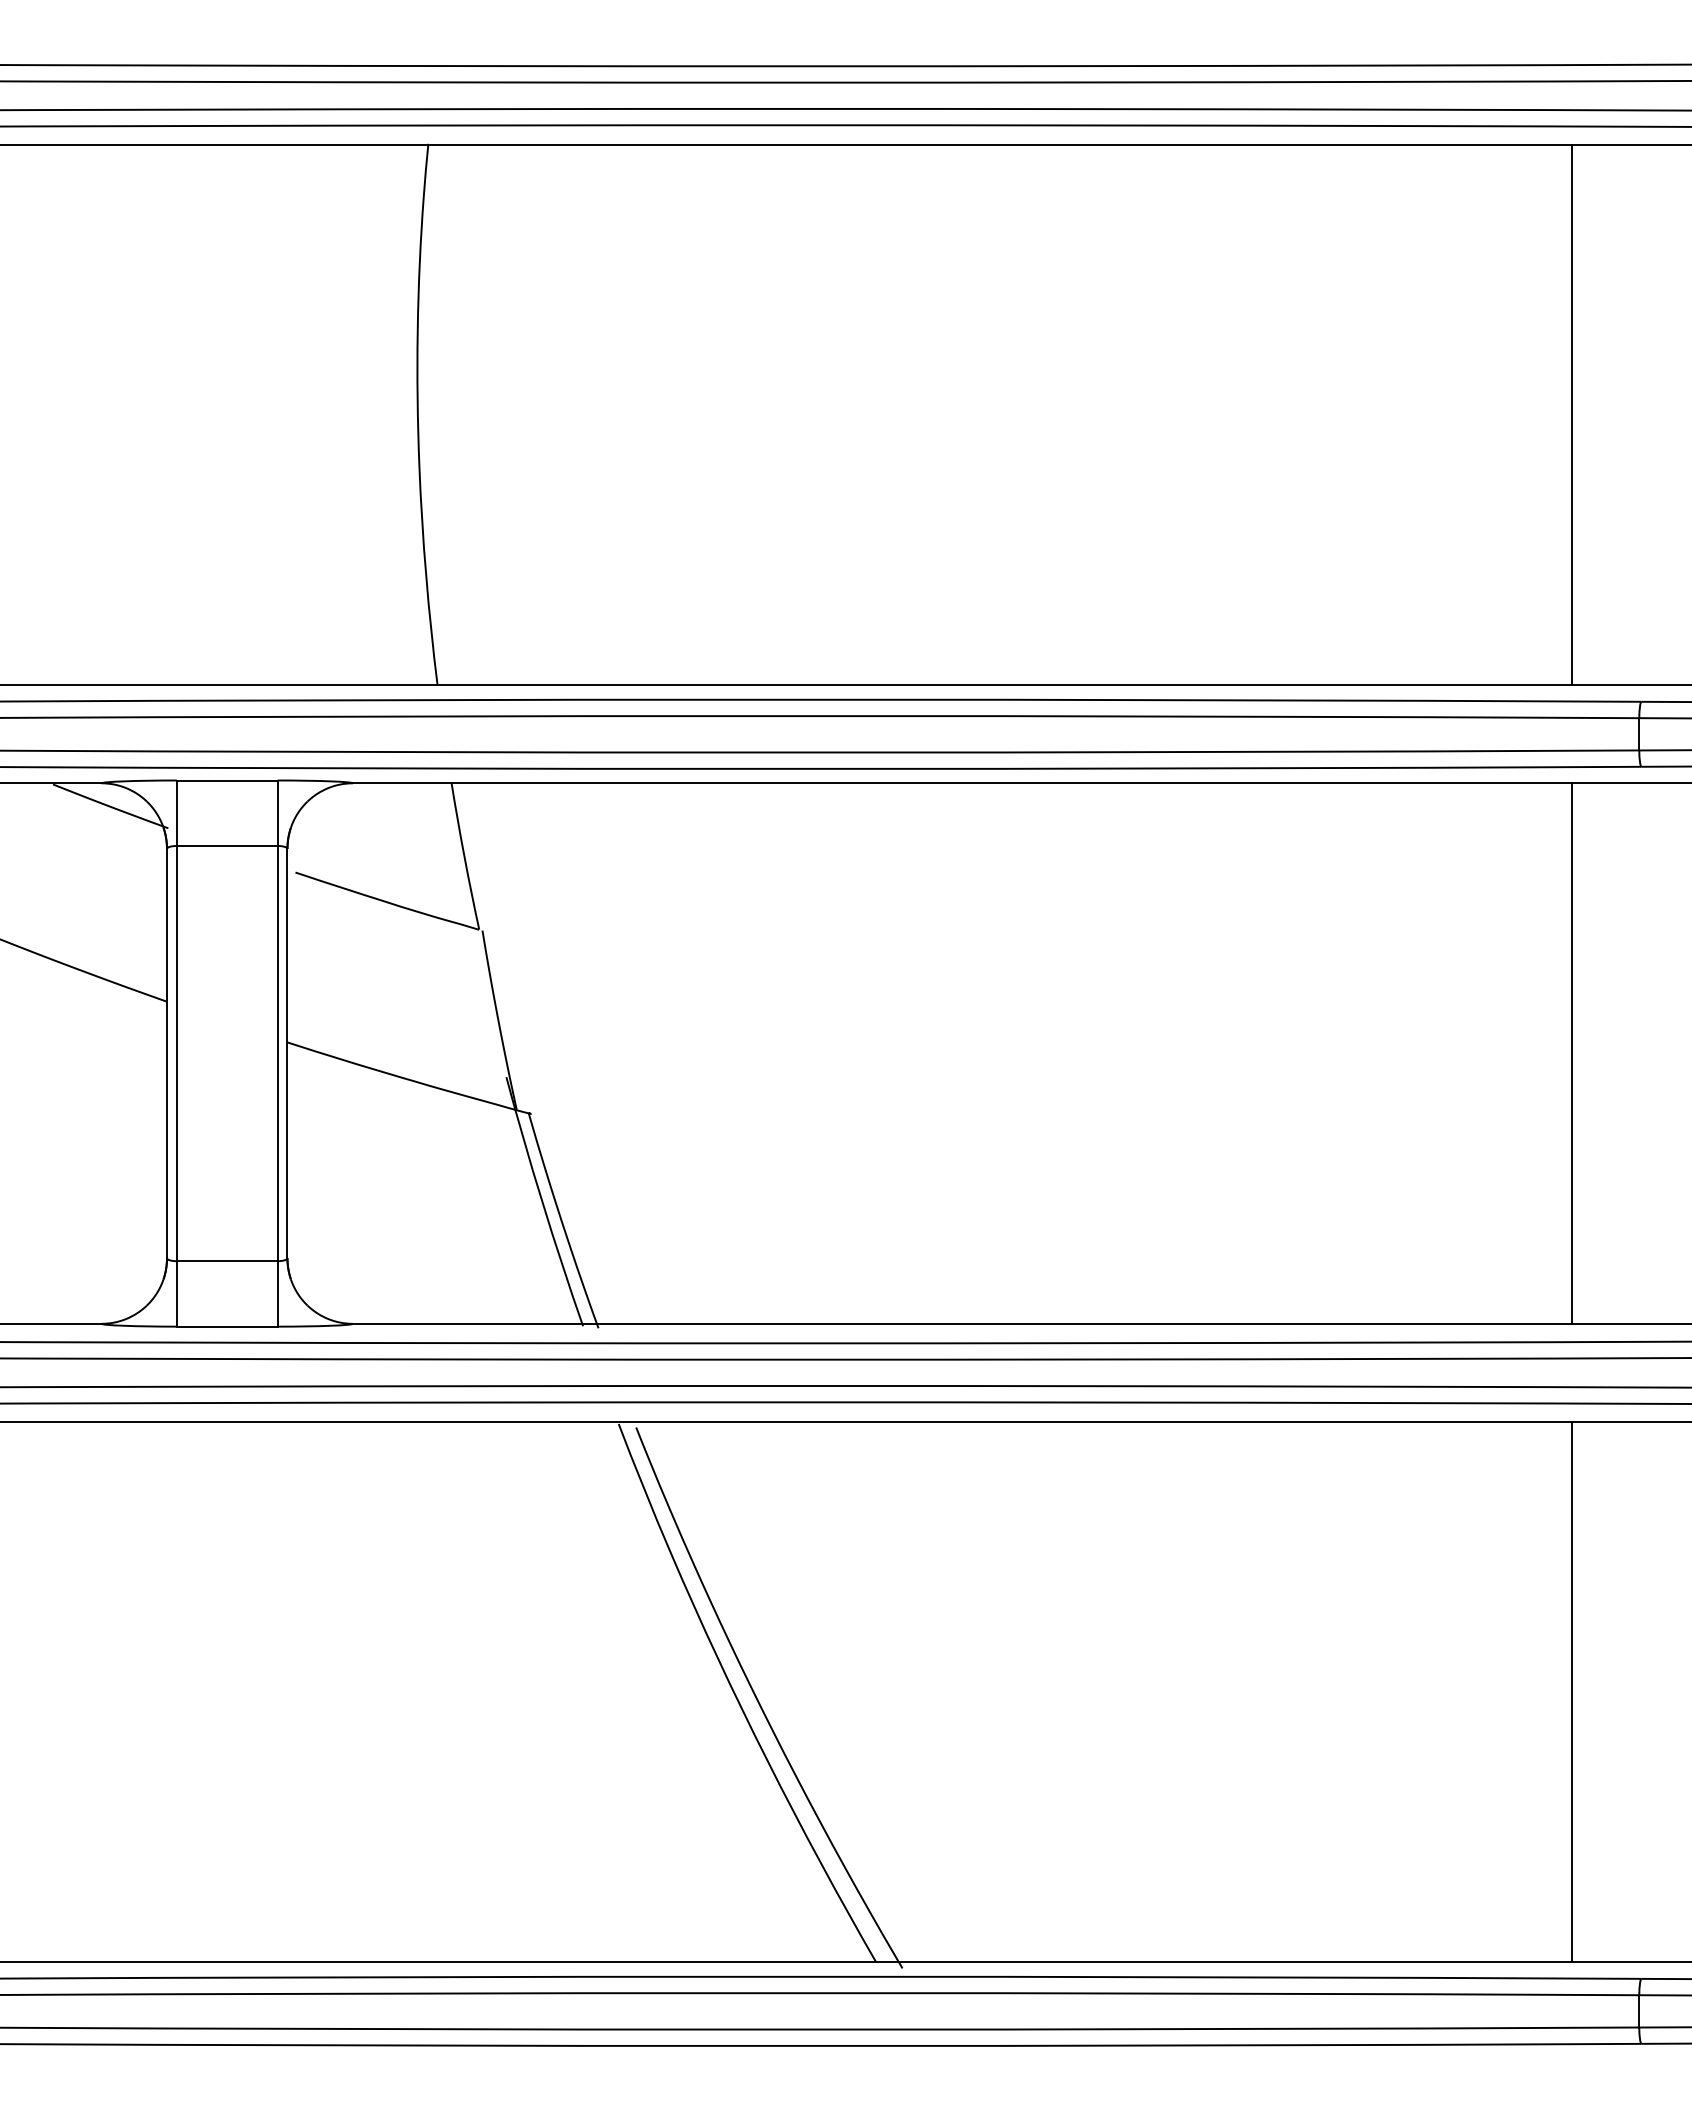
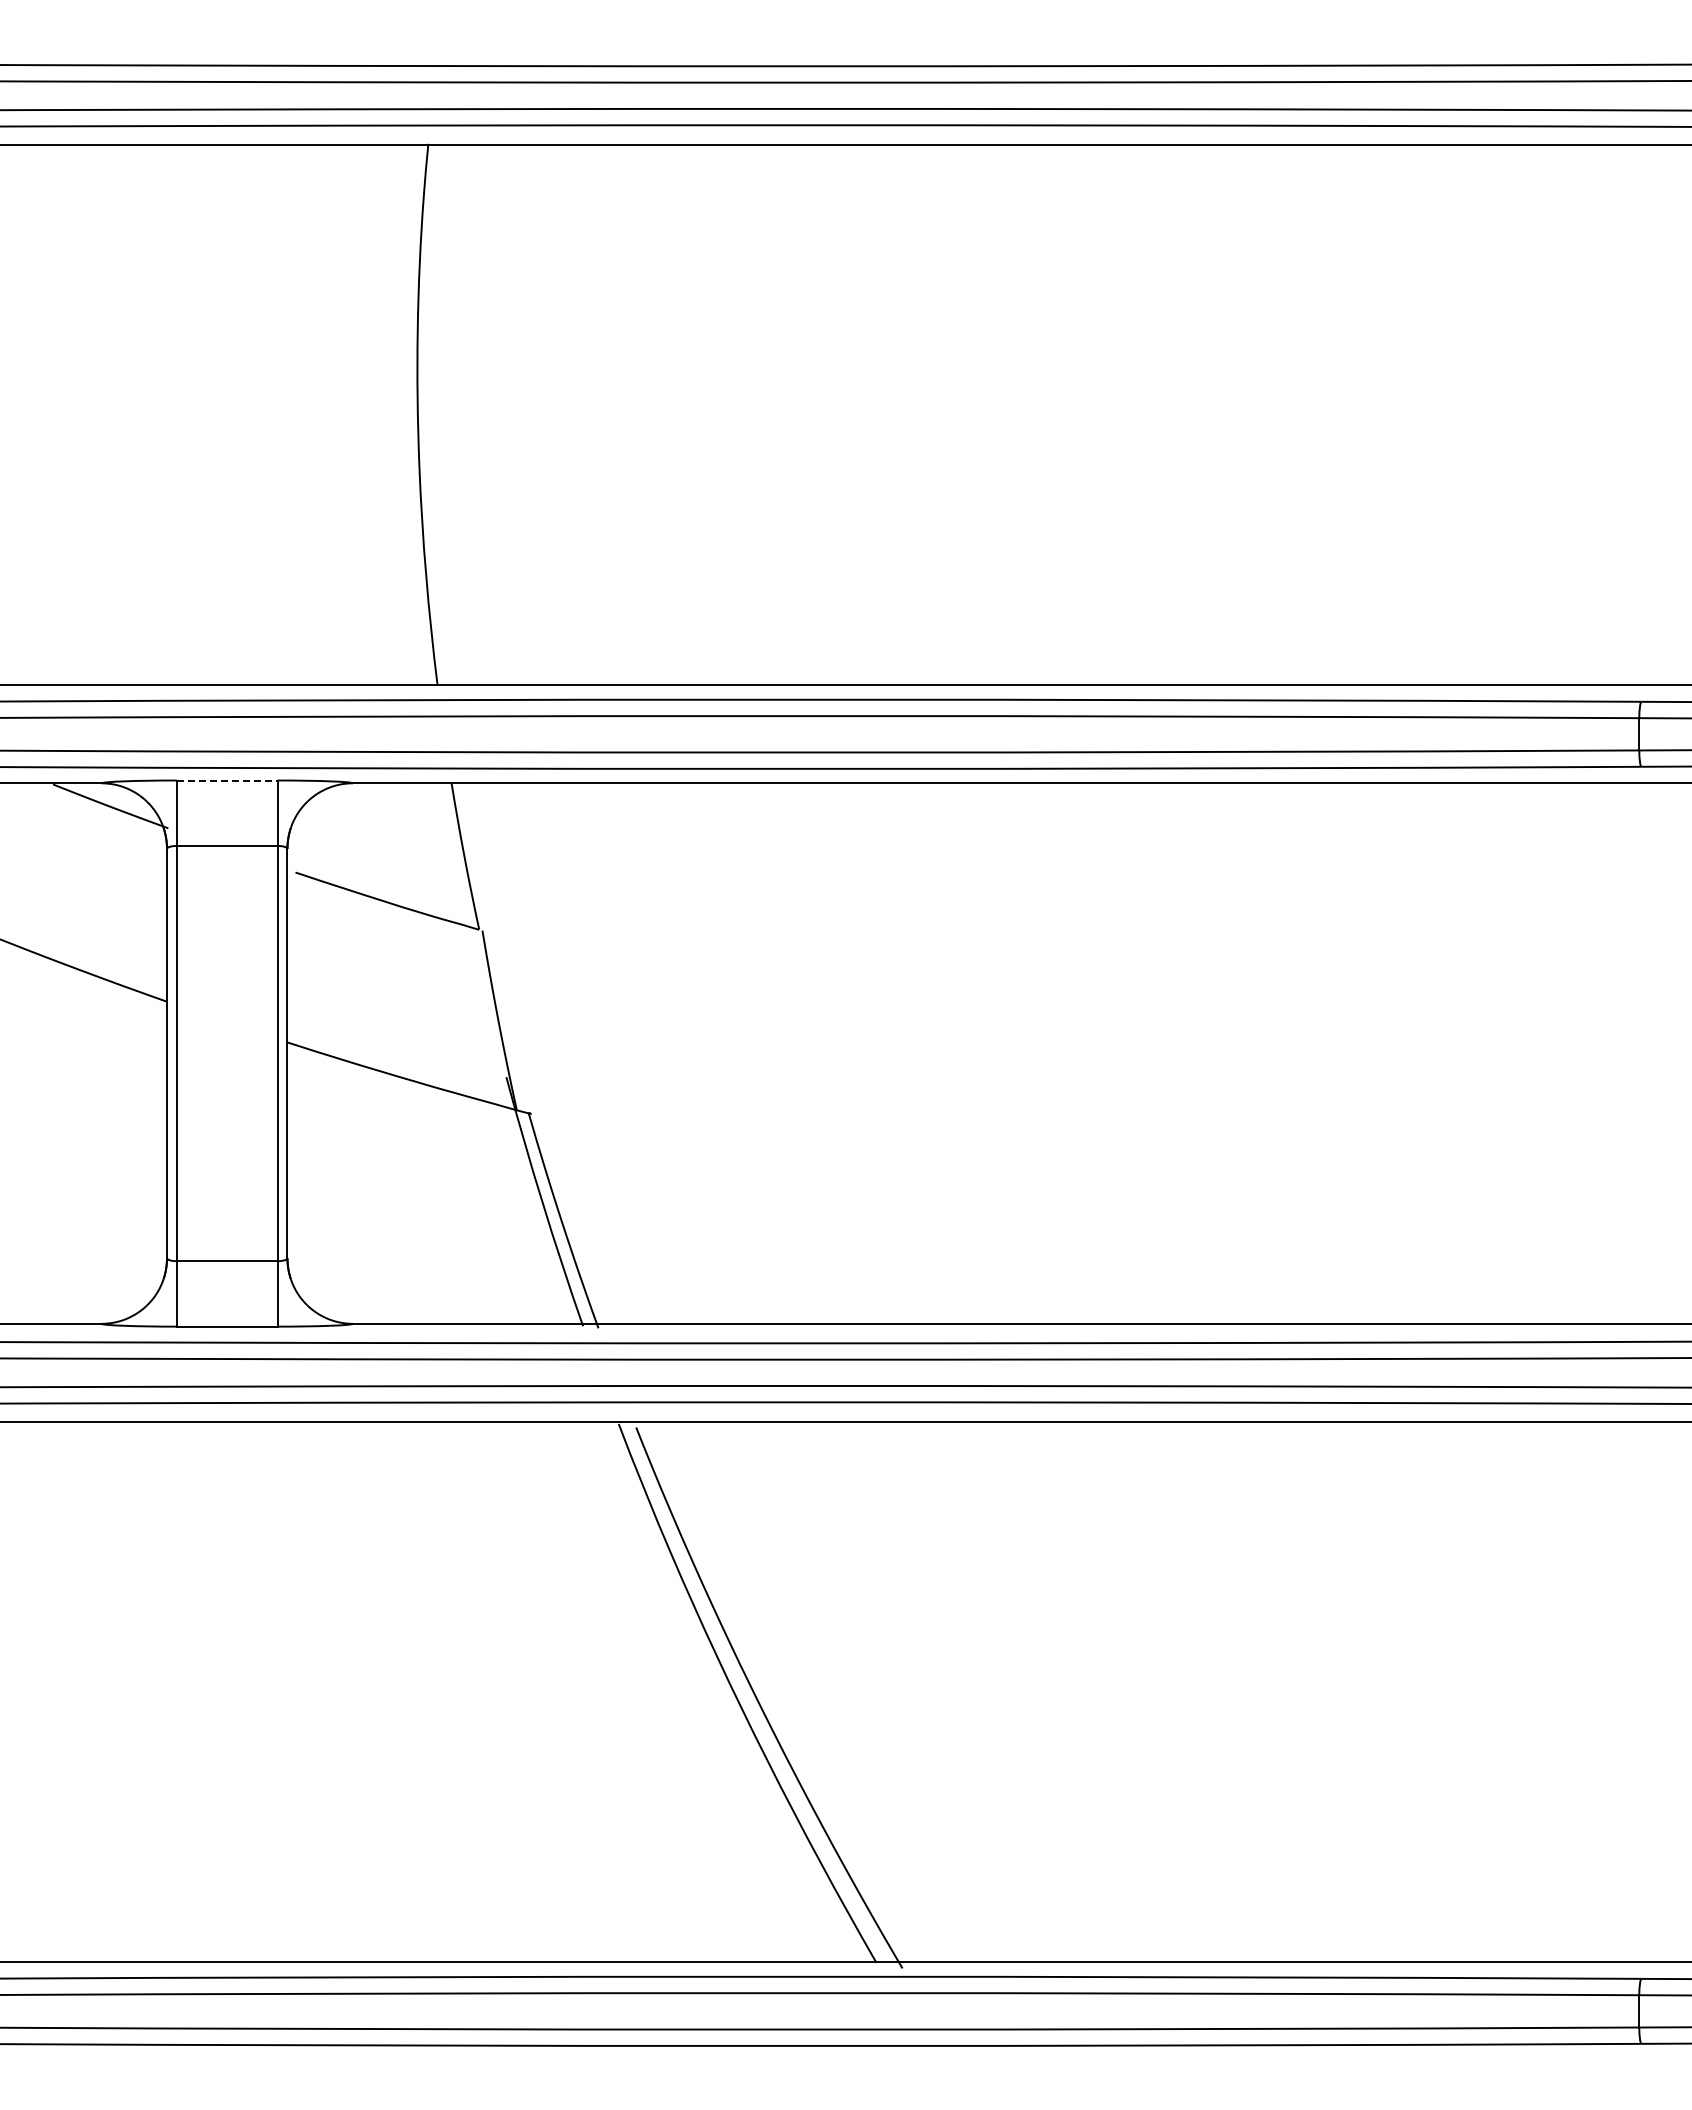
line at (1572, 414): present -> none
line at (227, 780): solid -> dashed
line at (1572, 1053): present -> none
line at (1572, 1691): present -> none
